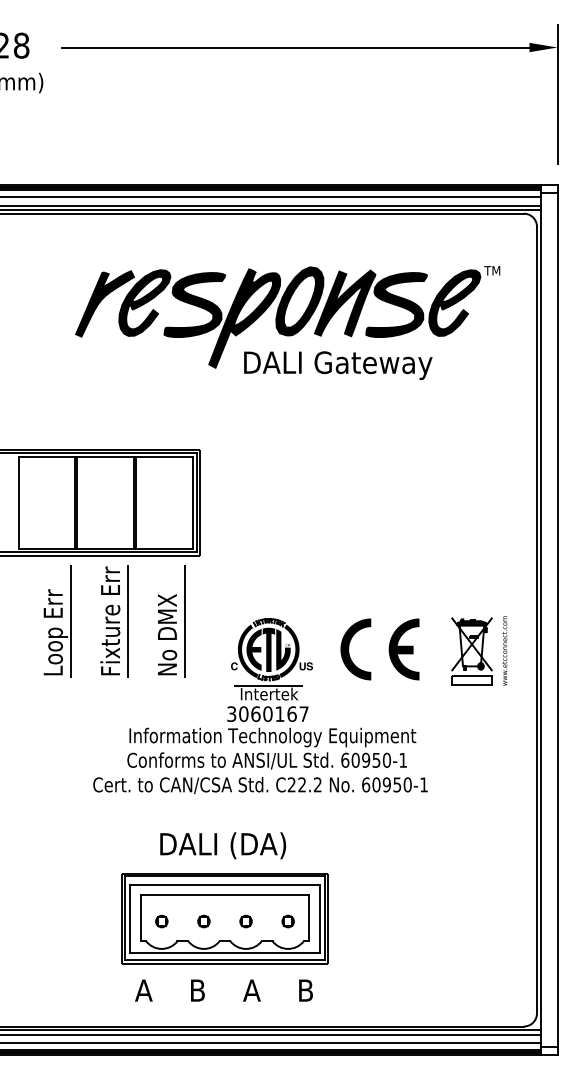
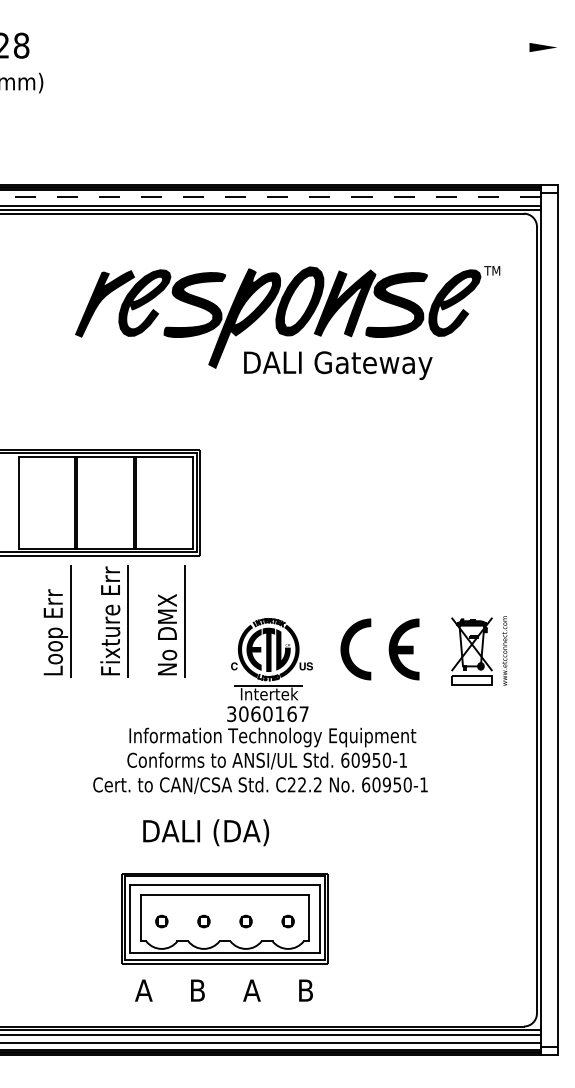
line at (295, 47): present -> none
line at (557, 94): present -> none
line at (270, 197): solid -> dashed
text at (223, 845) position: (223, 845) -> (206, 832)
